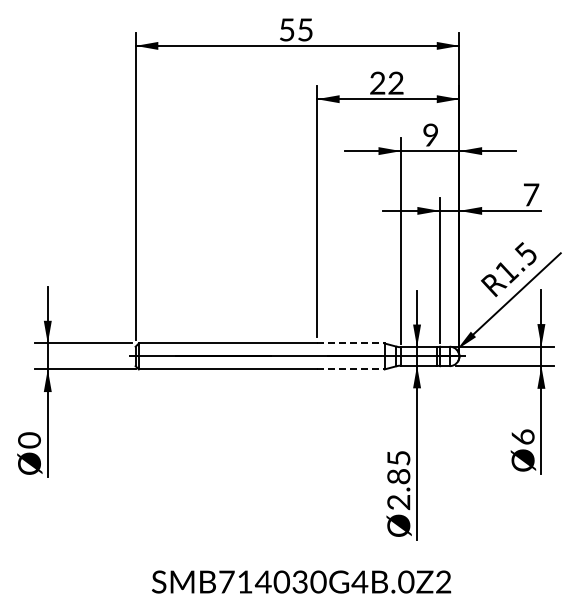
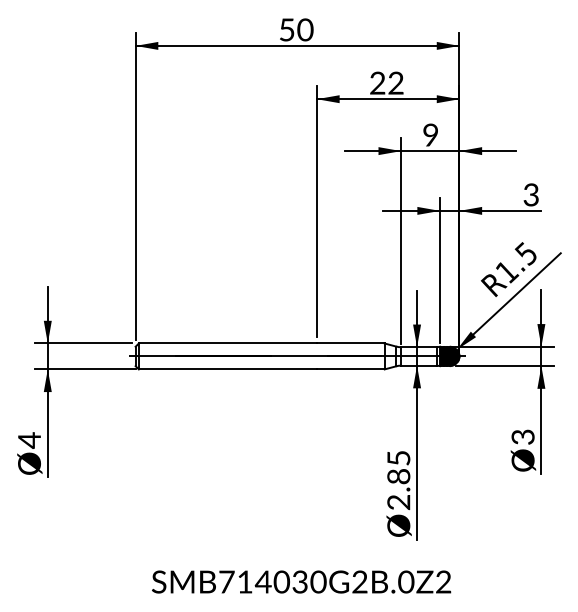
text at (305, 29): 55 -> 50
text at (531, 194): 7 -> 3
line at (350, 343): dashed -> solid
hatch at (449, 356): none -> present
line at (350, 369): dashed -> solid
text at (522, 436): 6 -> 3
text at (29, 440): 0 -> 4
text at (359, 581): SMB714030G4B.0Z2 -> SMB714030G2B.0Z2
